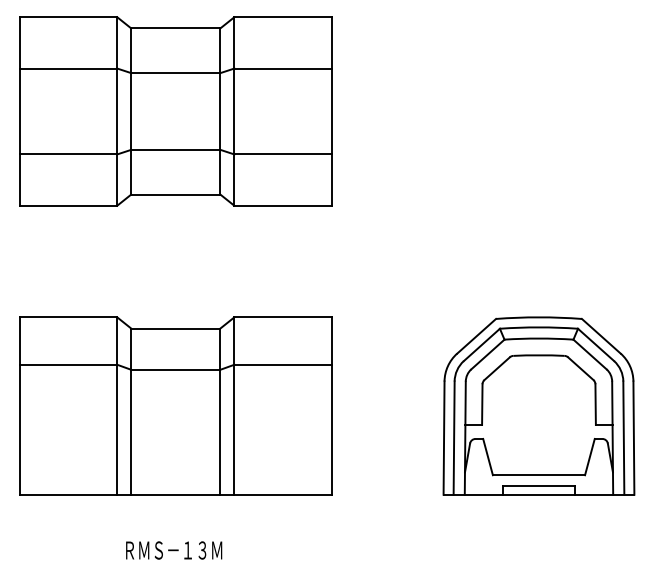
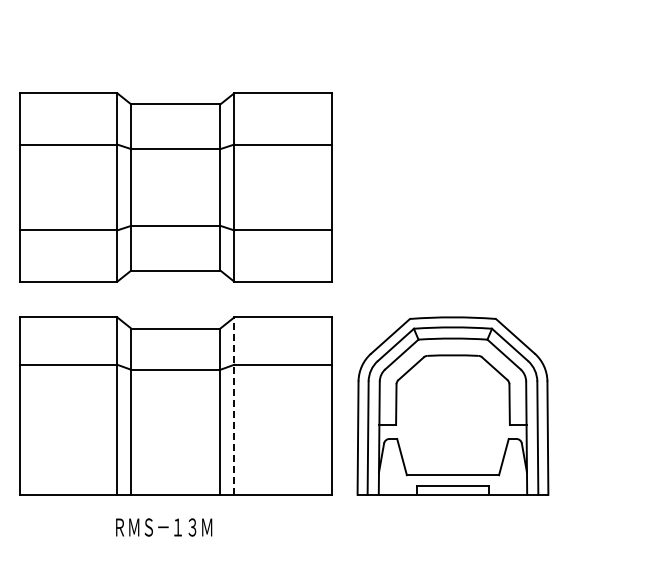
part at (175, 111) position: (175, 111) -> (175, 187)
part at (538, 405) position: (538, 405) -> (452, 405)
line at (234, 406): solid -> dashed
text at (174, 550) position: (174, 550) -> (164, 527)
